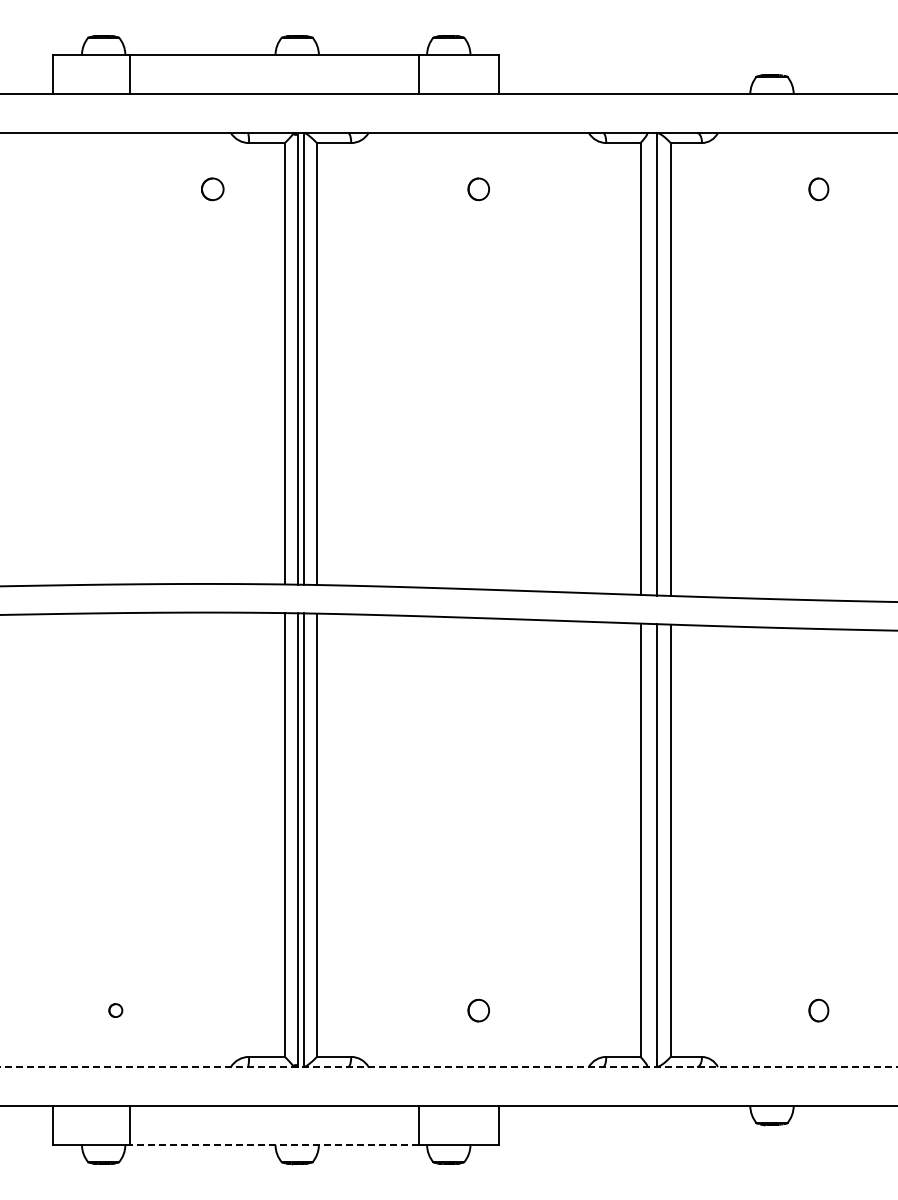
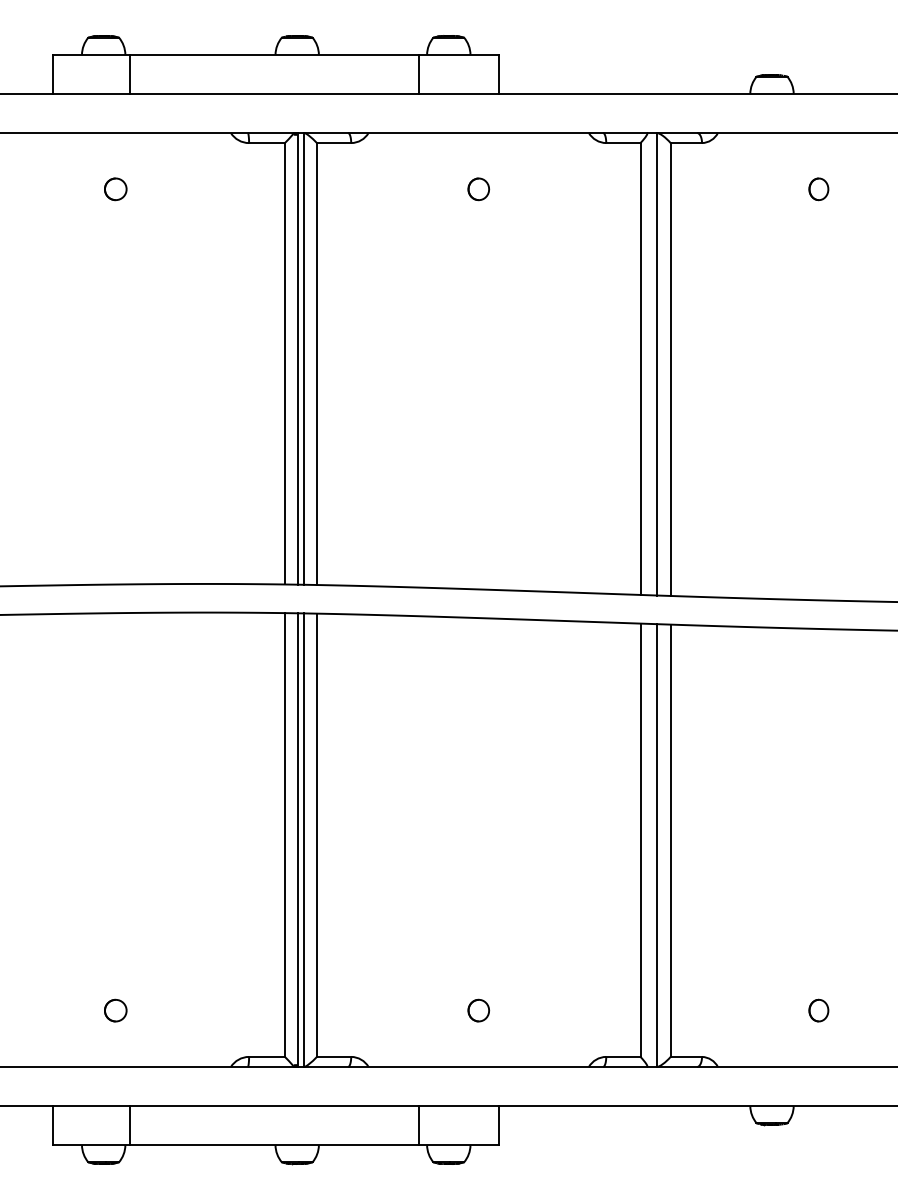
part at (212, 189) position: (212, 189) -> (115, 189)
part at (115, 1010) size: 16x15 px -> 24x25 px
line at (448, 1067): dashed -> solid
line at (274, 1145): dashed -> solid
